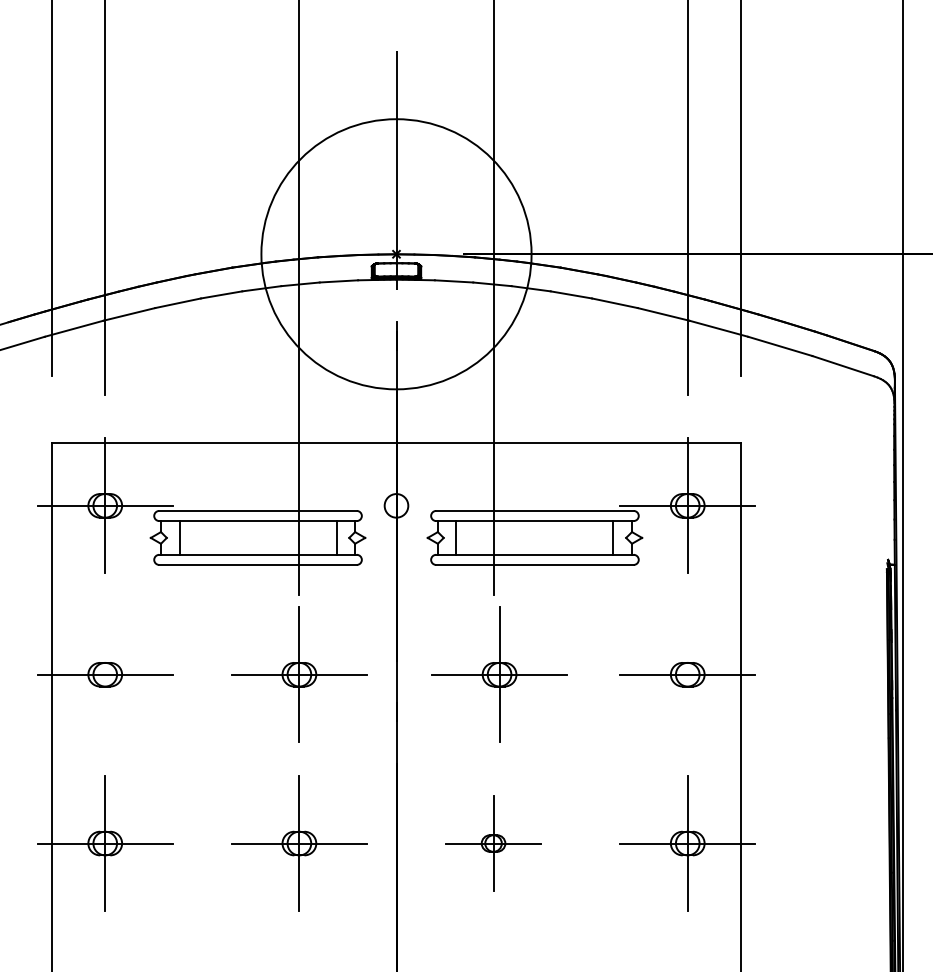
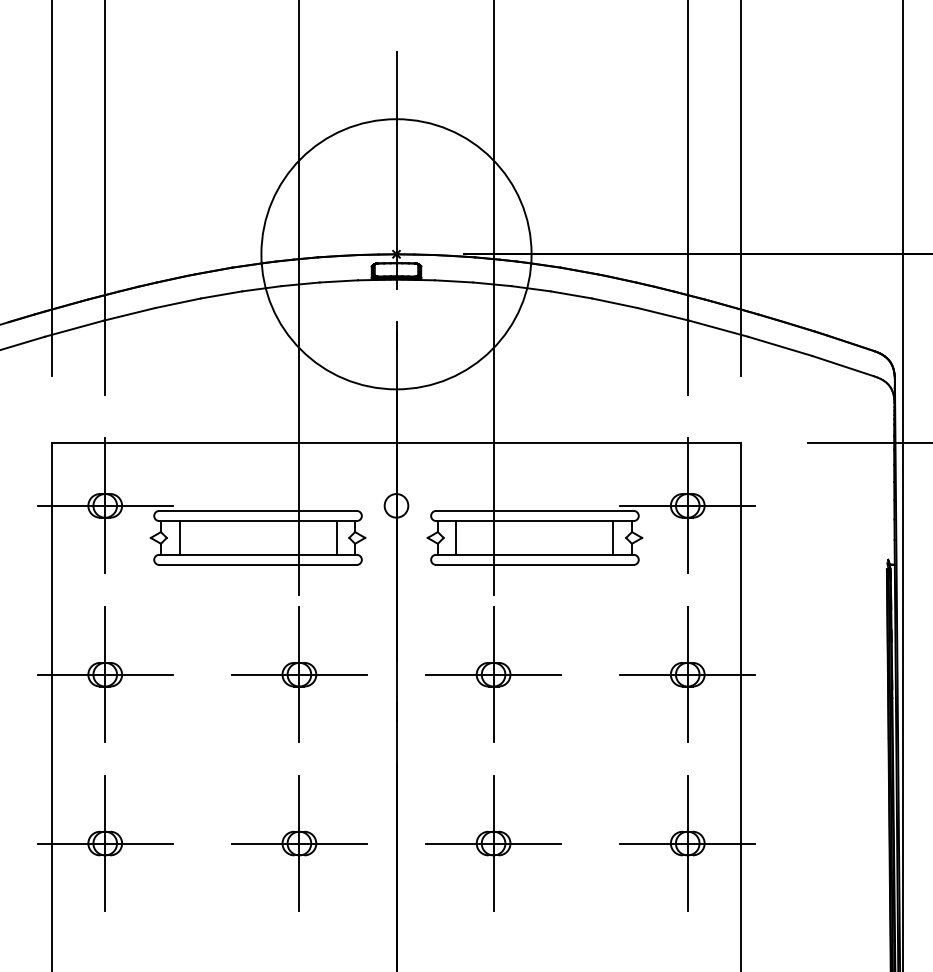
line at (868, 443): none -> present
line at (105, 674): none -> present
part at (499, 674) position: (499, 674) -> (493, 674)
line at (687, 674): none -> present
part at (493, 843) size: 97x97 px -> 137x137 px
